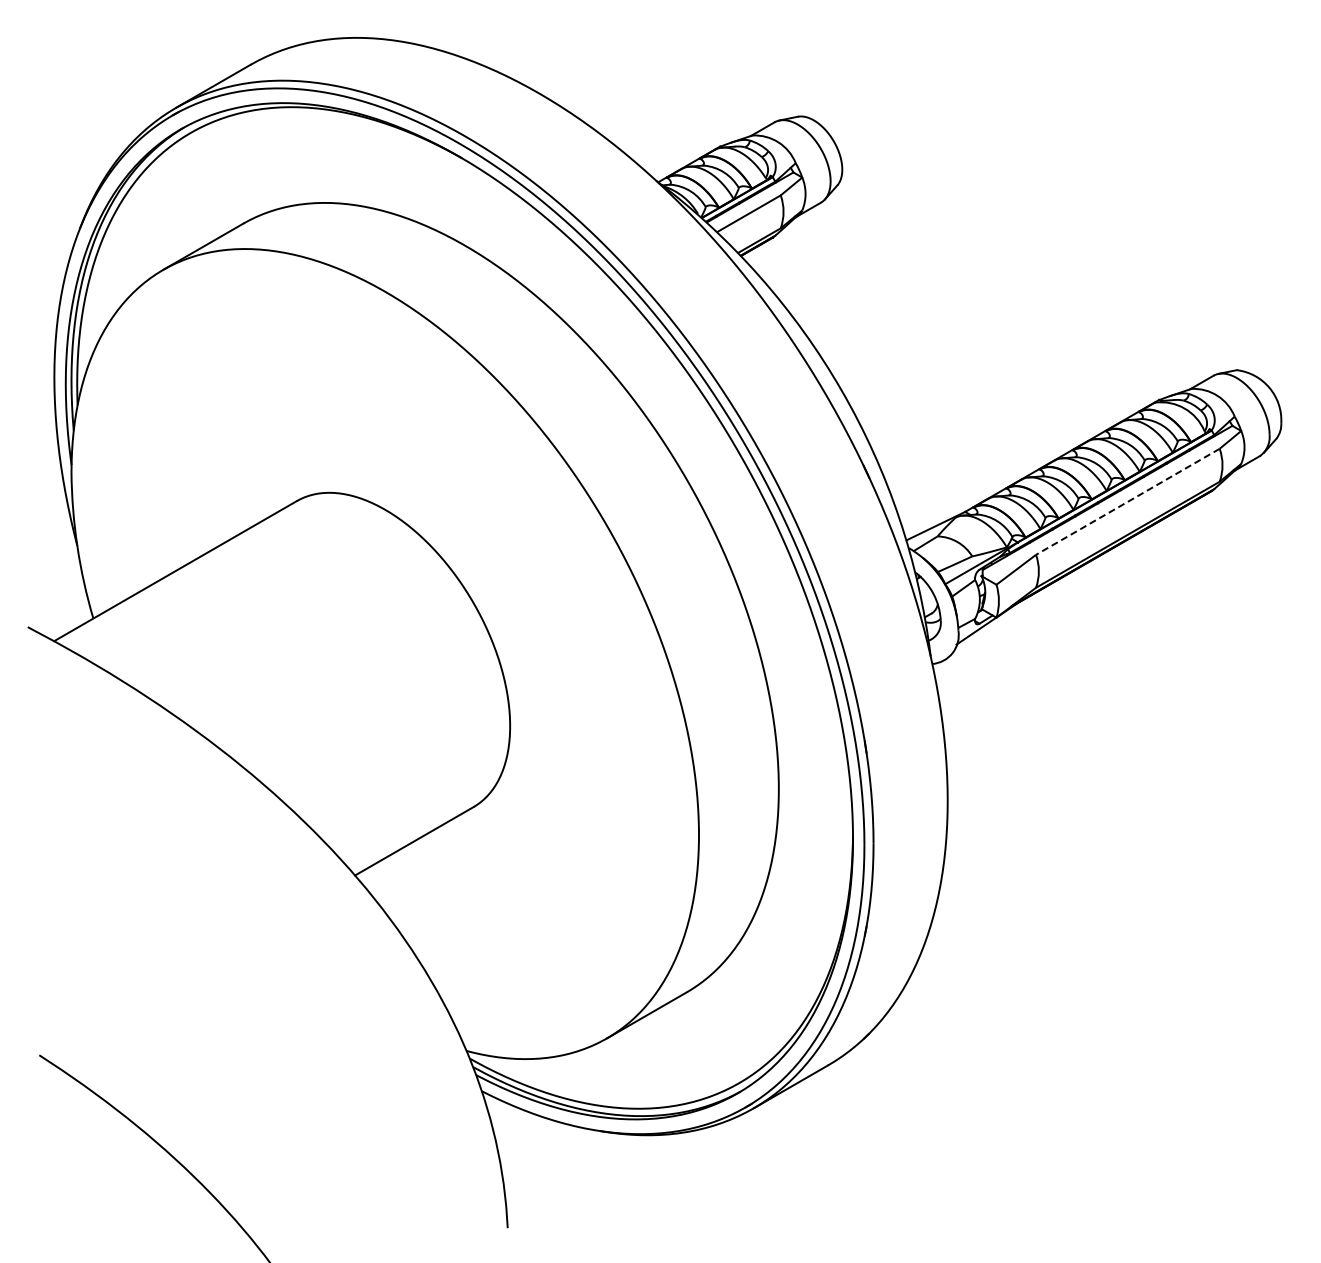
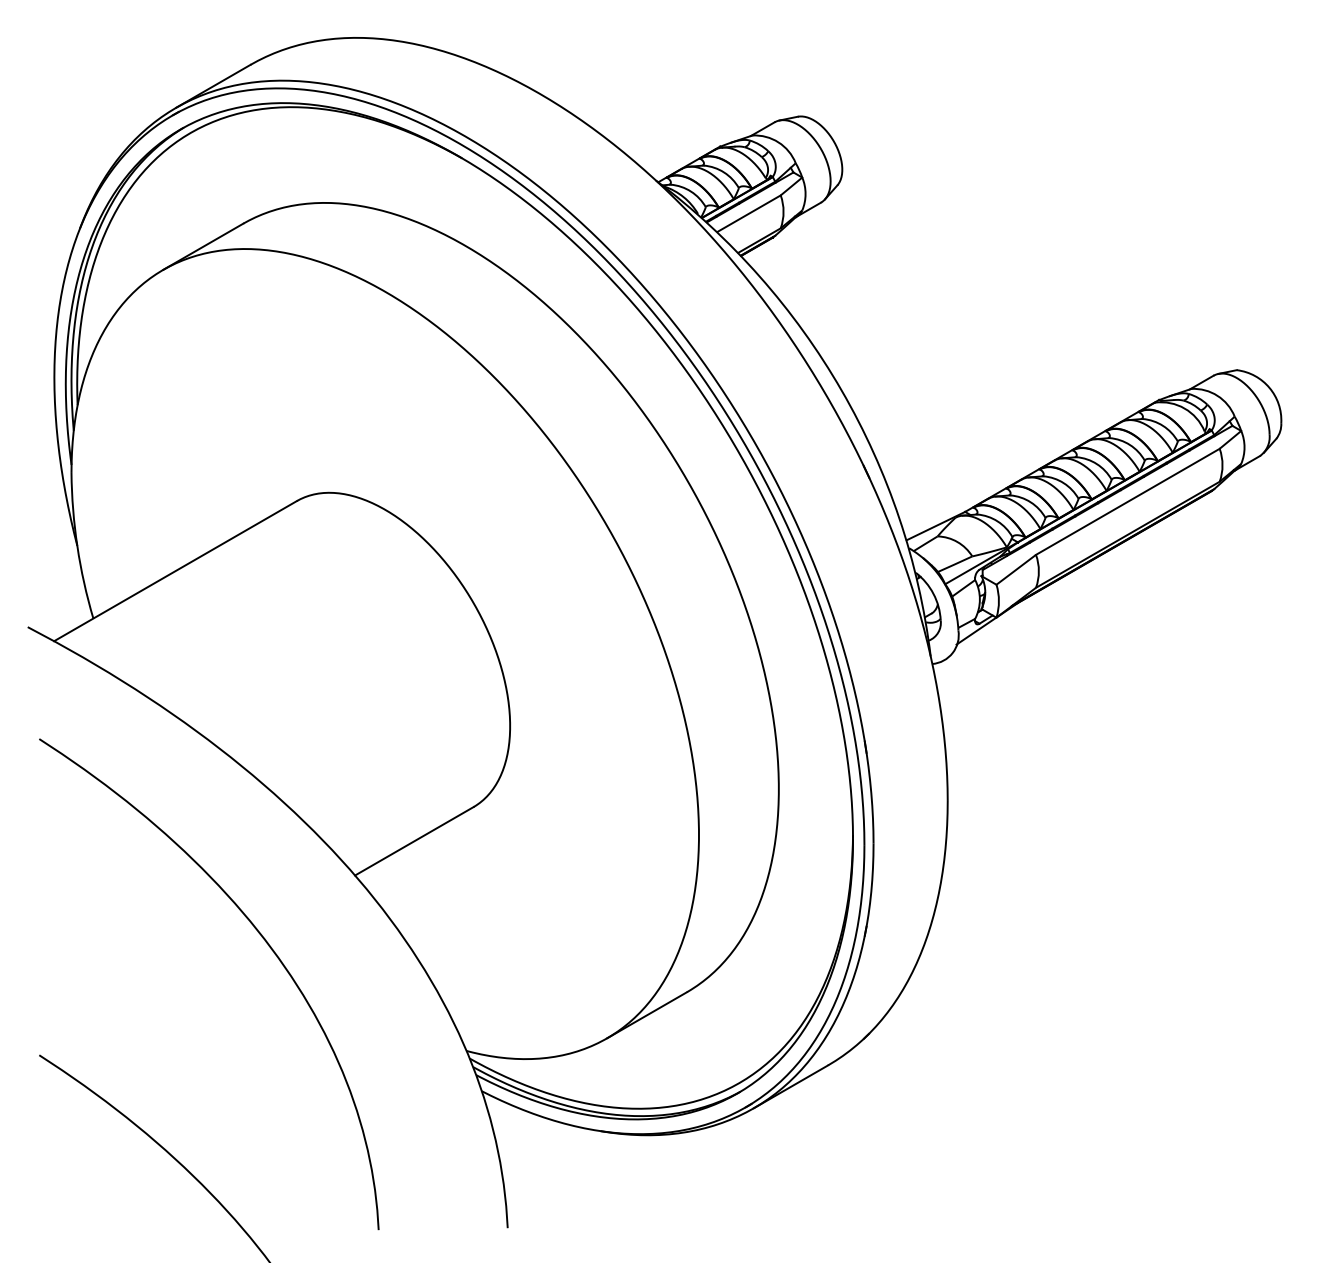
line at (1127, 502): dashed -> solid
curve at (265, 942): none -> present
